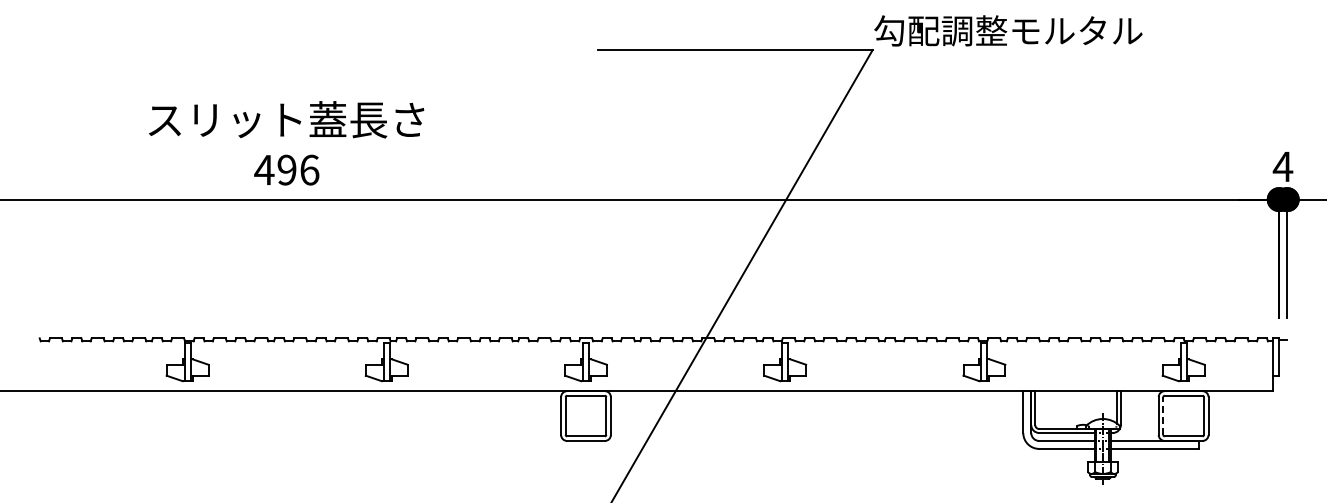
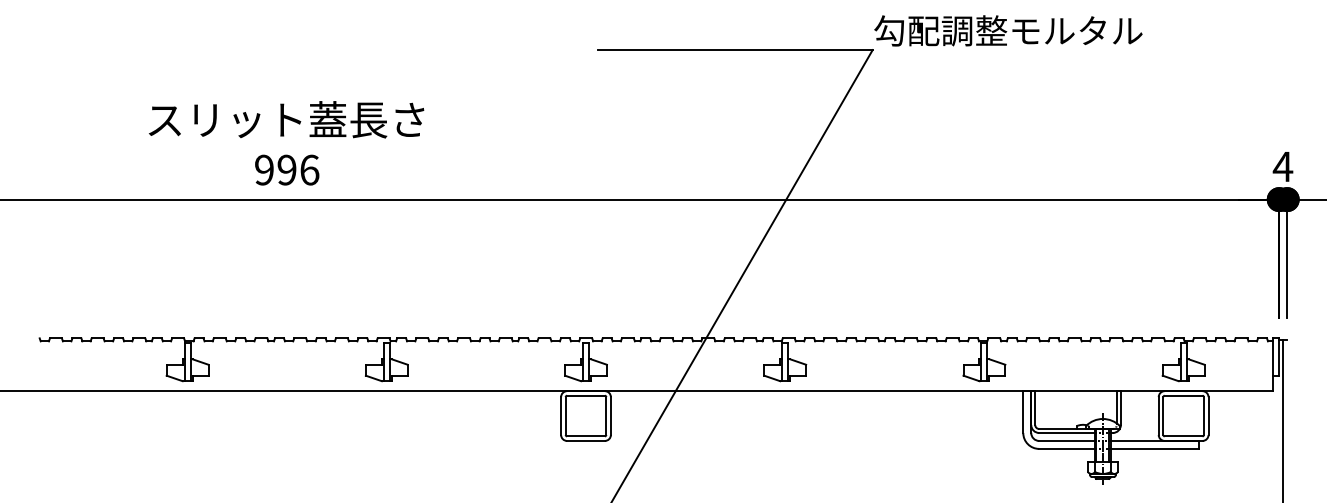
text at (264, 169): 496 -> 996
line at (1163, 416): dashed -> solid
line at (1283, 419): none -> present
